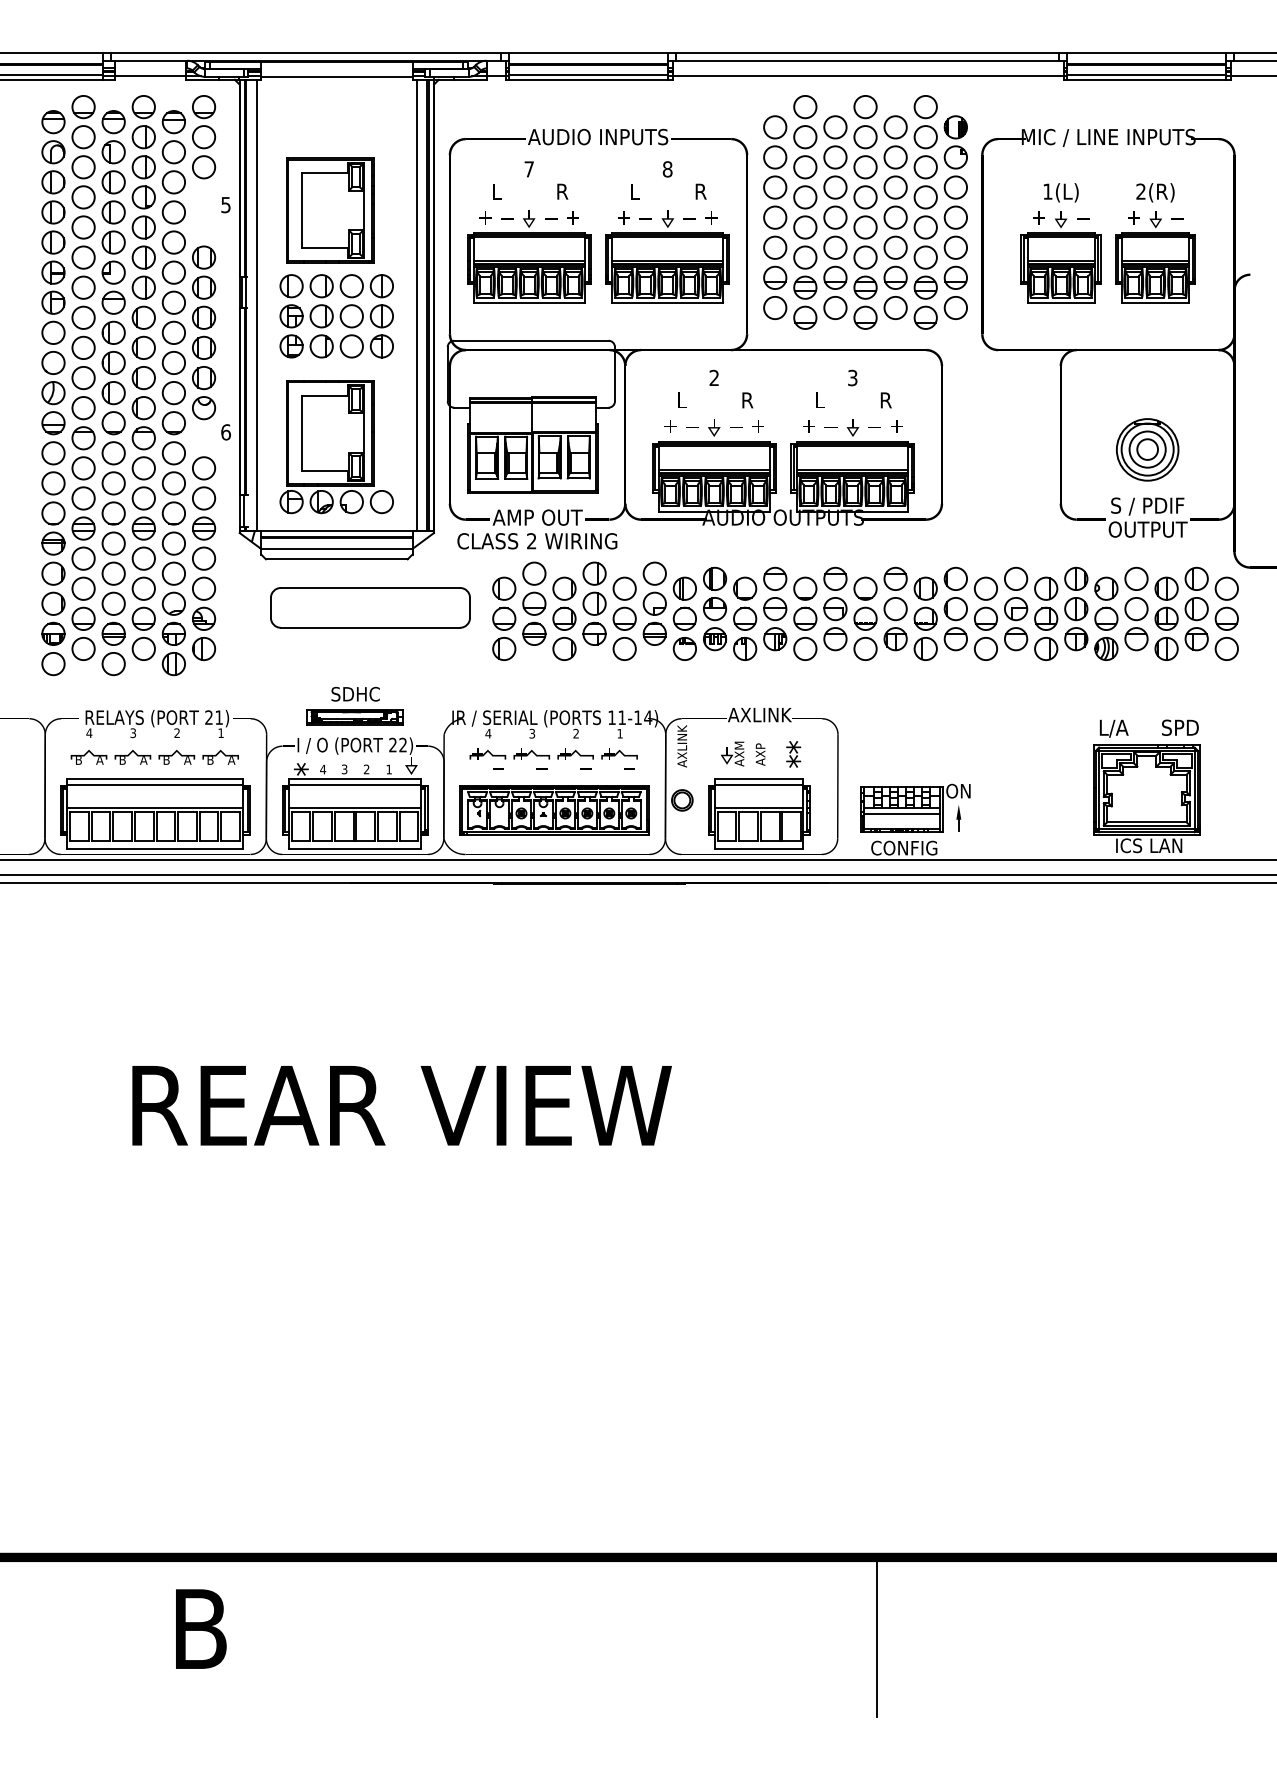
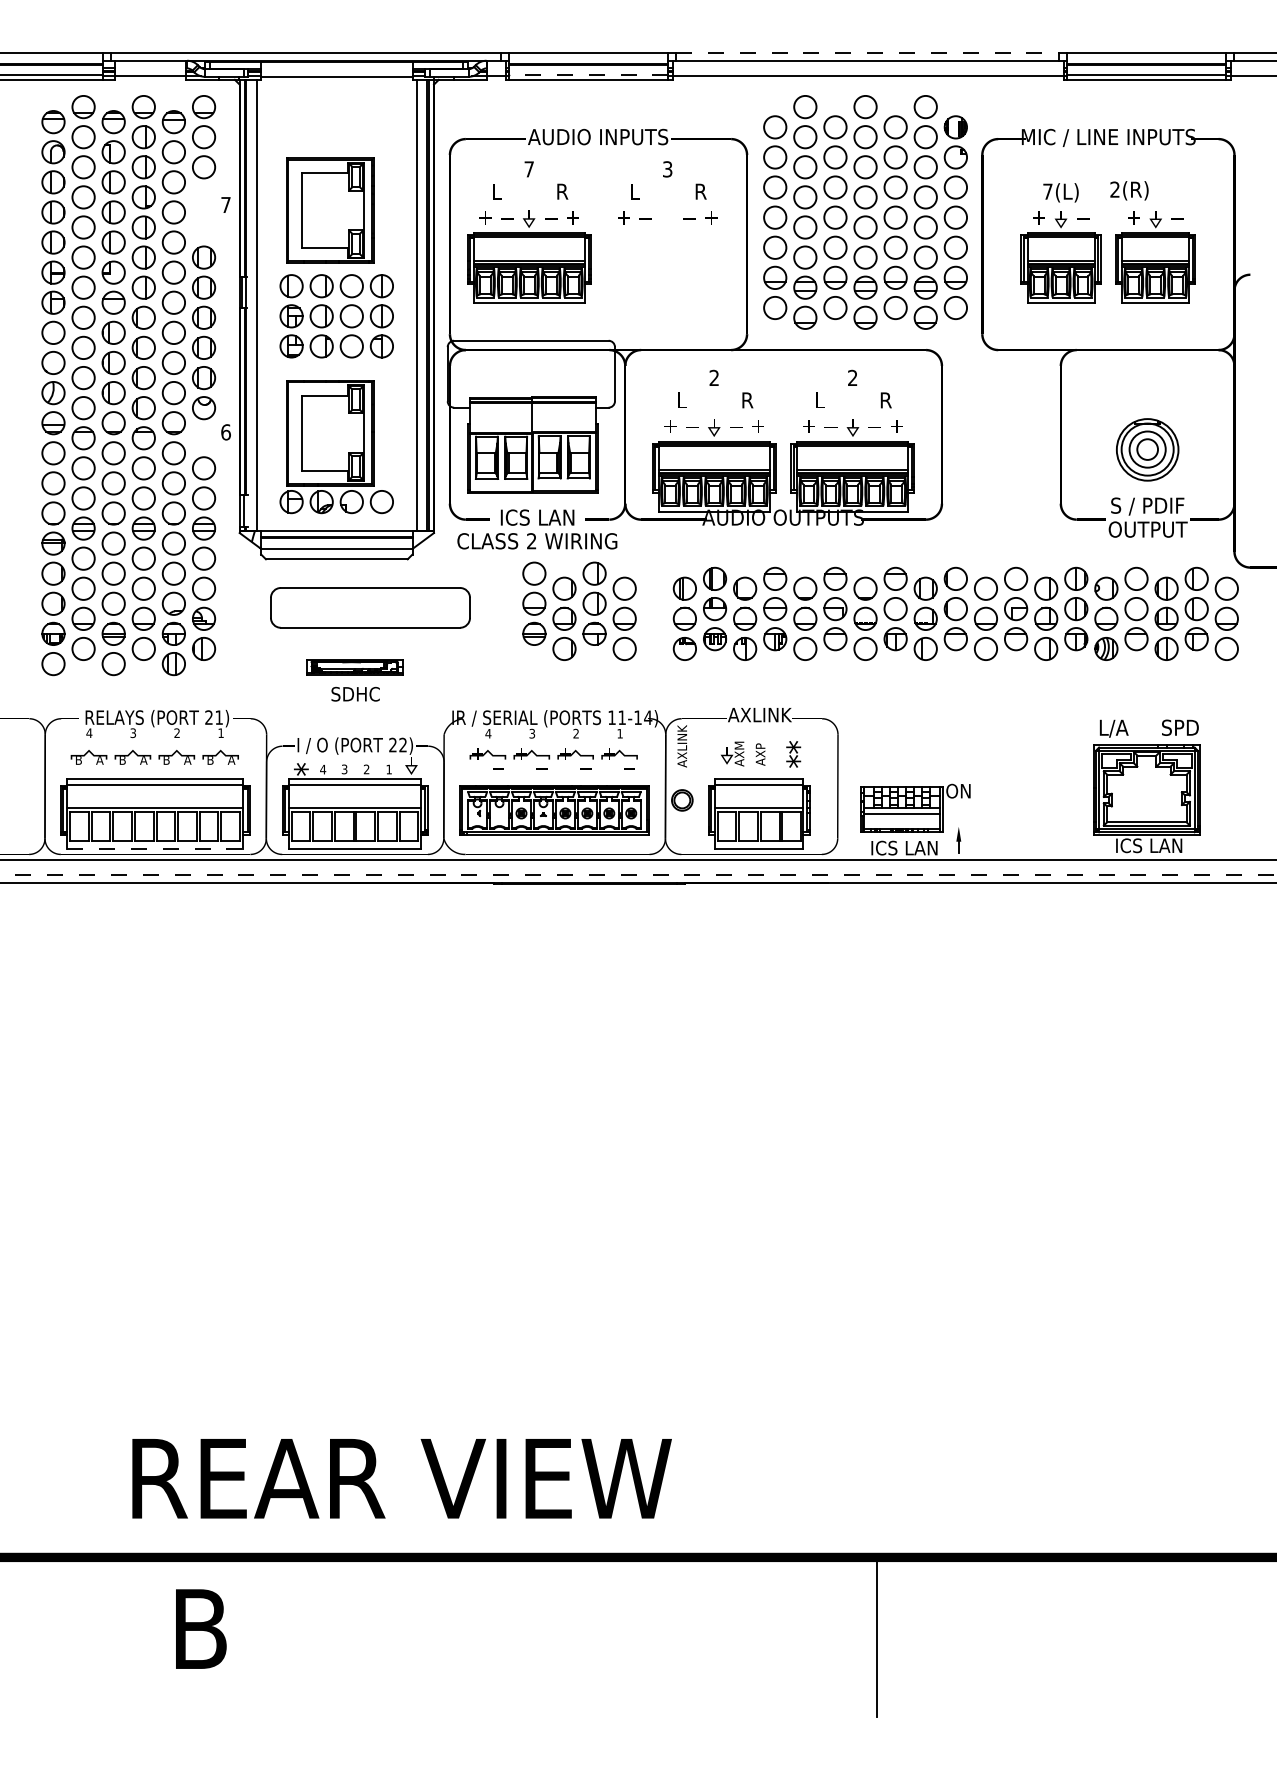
line at (867, 53): solid -> dashed
line at (588, 75): solid -> dashed
text at (667, 169): 8 -> 3
text at (1047, 191): 1(L) -> 7(L)
text at (1155, 192) position: (1155, 192) -> (1129, 190)
text at (225, 205): 5 -> 7
part at (667, 256): present -> none
text at (852, 378): 3 -> 2
text at (537, 517): AMP OUT -> ICS LAN
part at (654, 603): present -> none
part at (504, 618): present -> none
part at (354, 717) position: (354, 717) -> (354, 667)
part at (958, 818) position: (958, 818) -> (958, 840)
text at (904, 847): CONFIG -> ICS LAN
line at (155, 849): solid -> dashed
line at (638, 875): solid -> dashed
text at (401, 1105) position: (401, 1105) -> (401, 1478)
